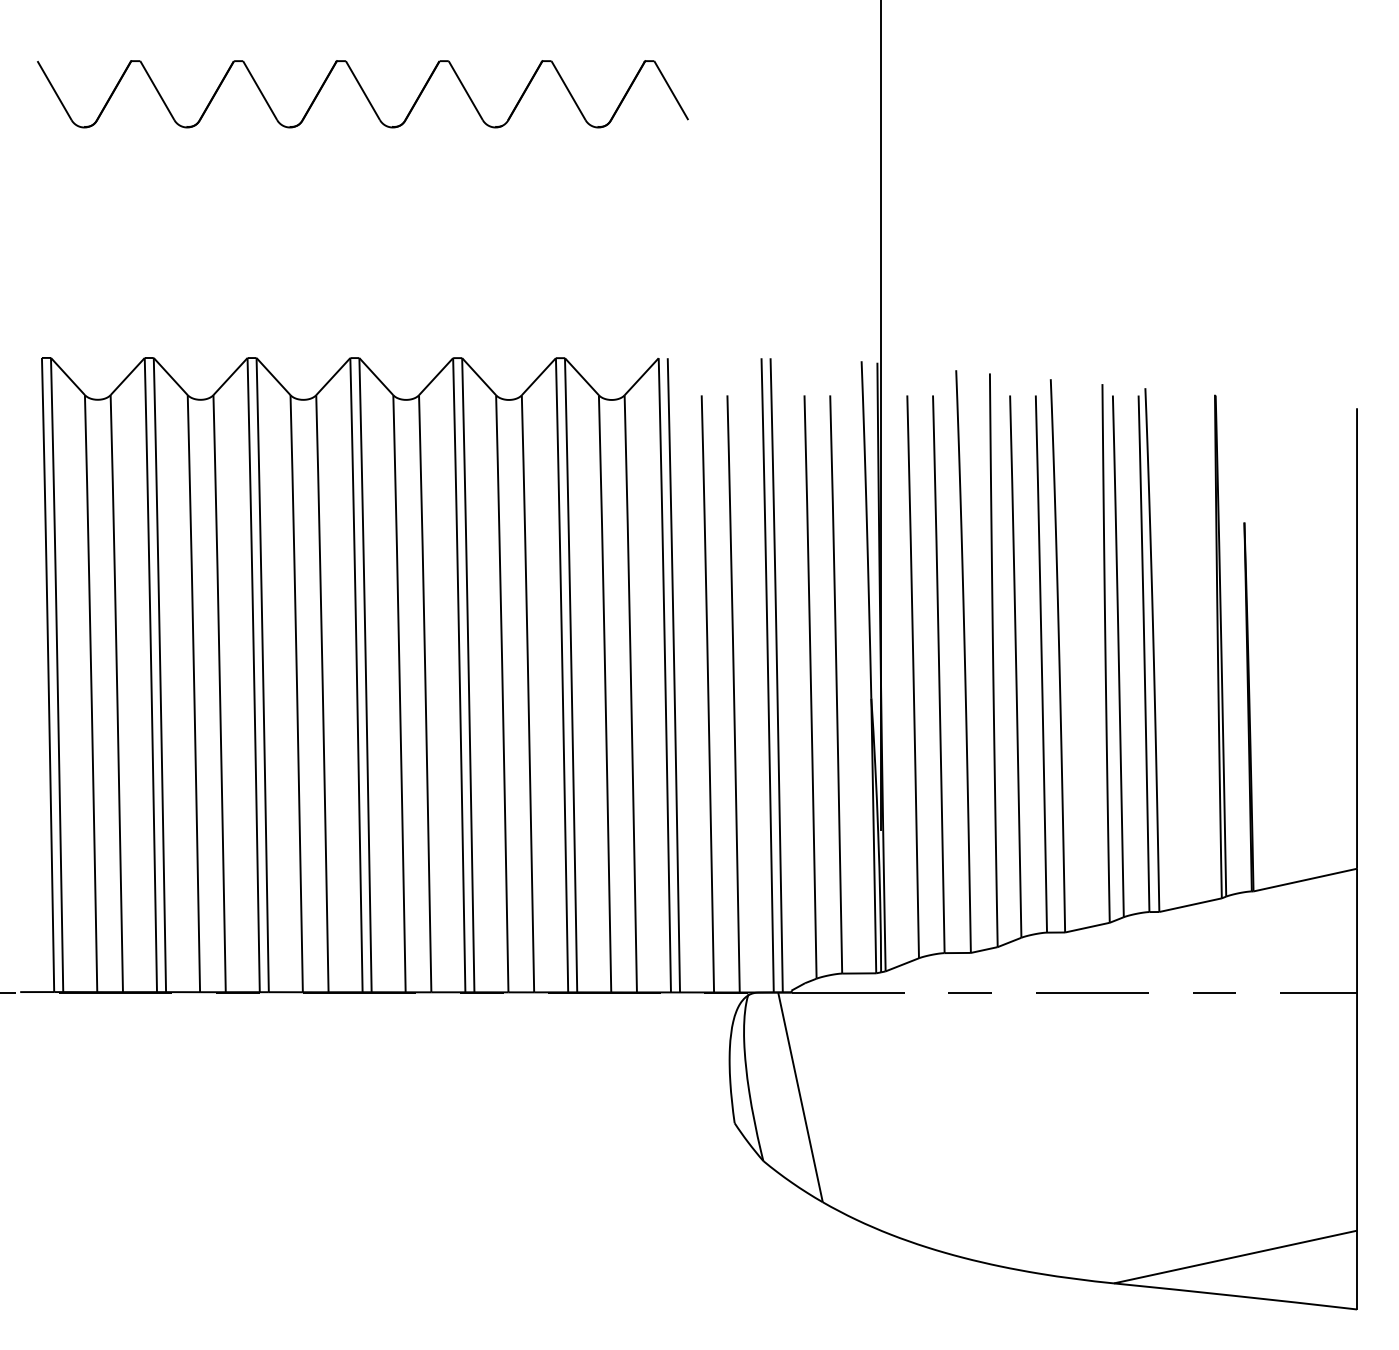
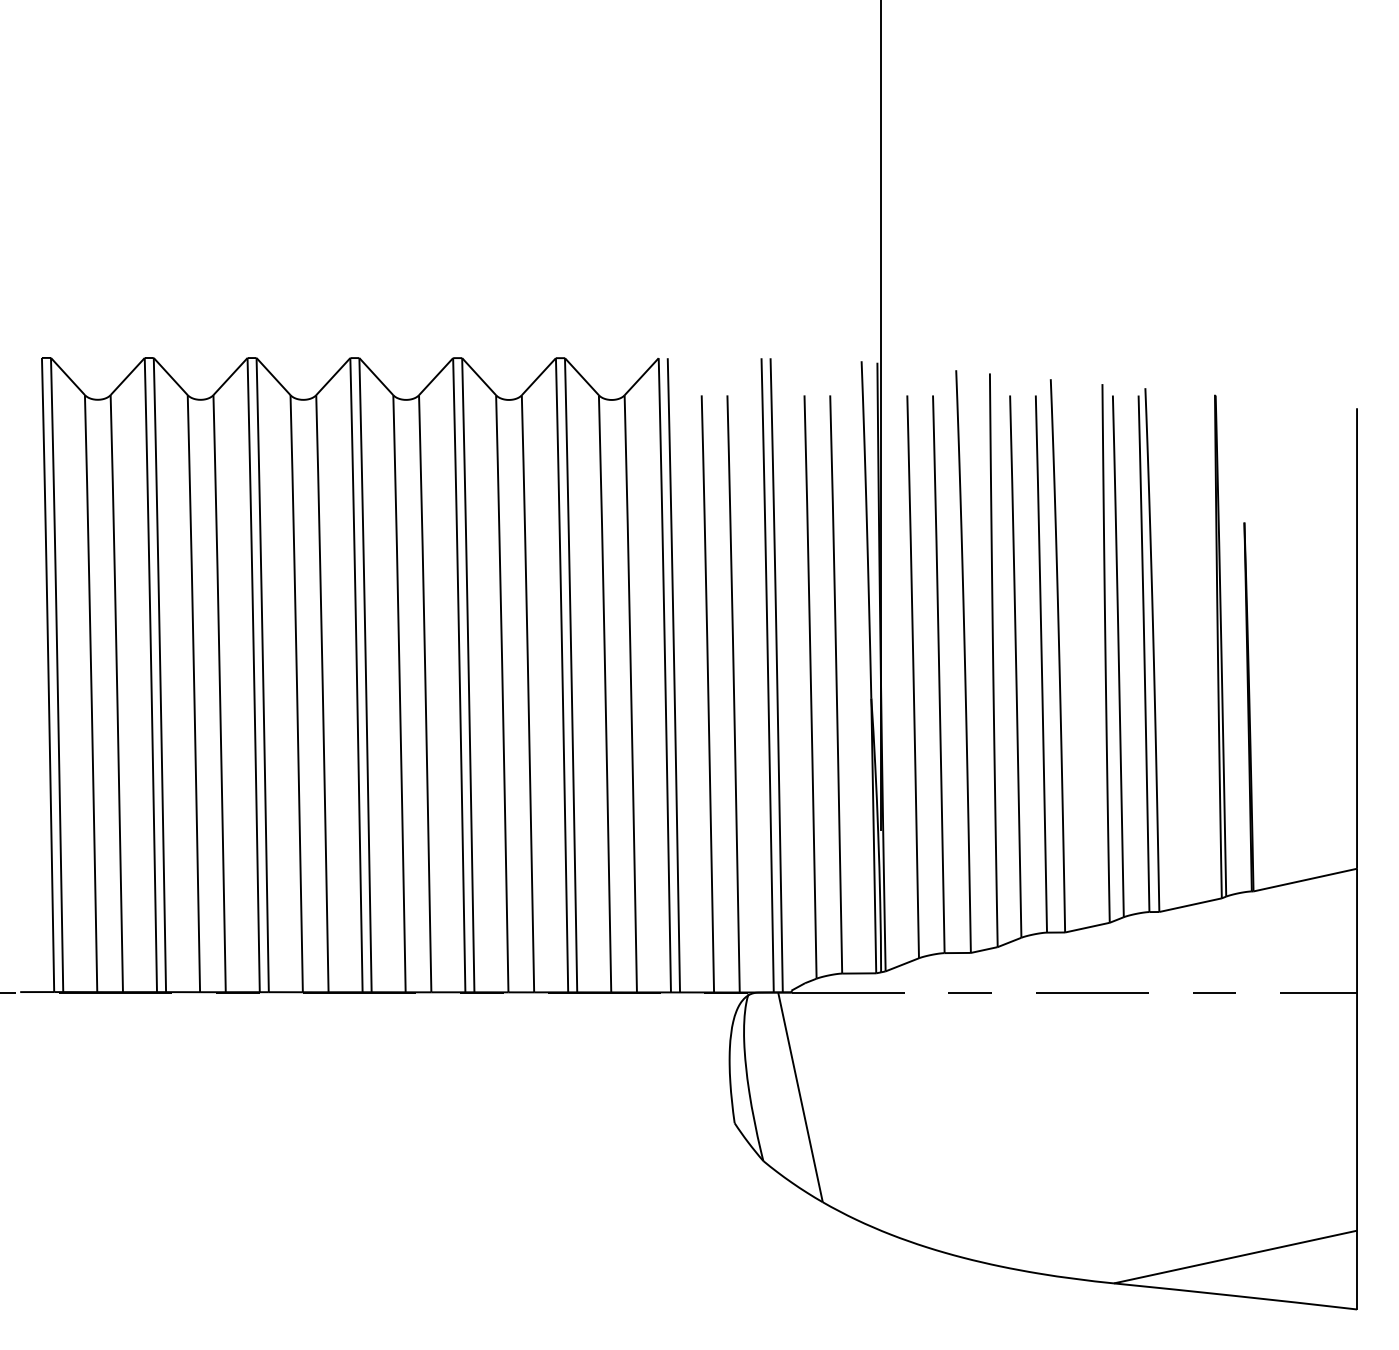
part at (362, 94): present -> none
